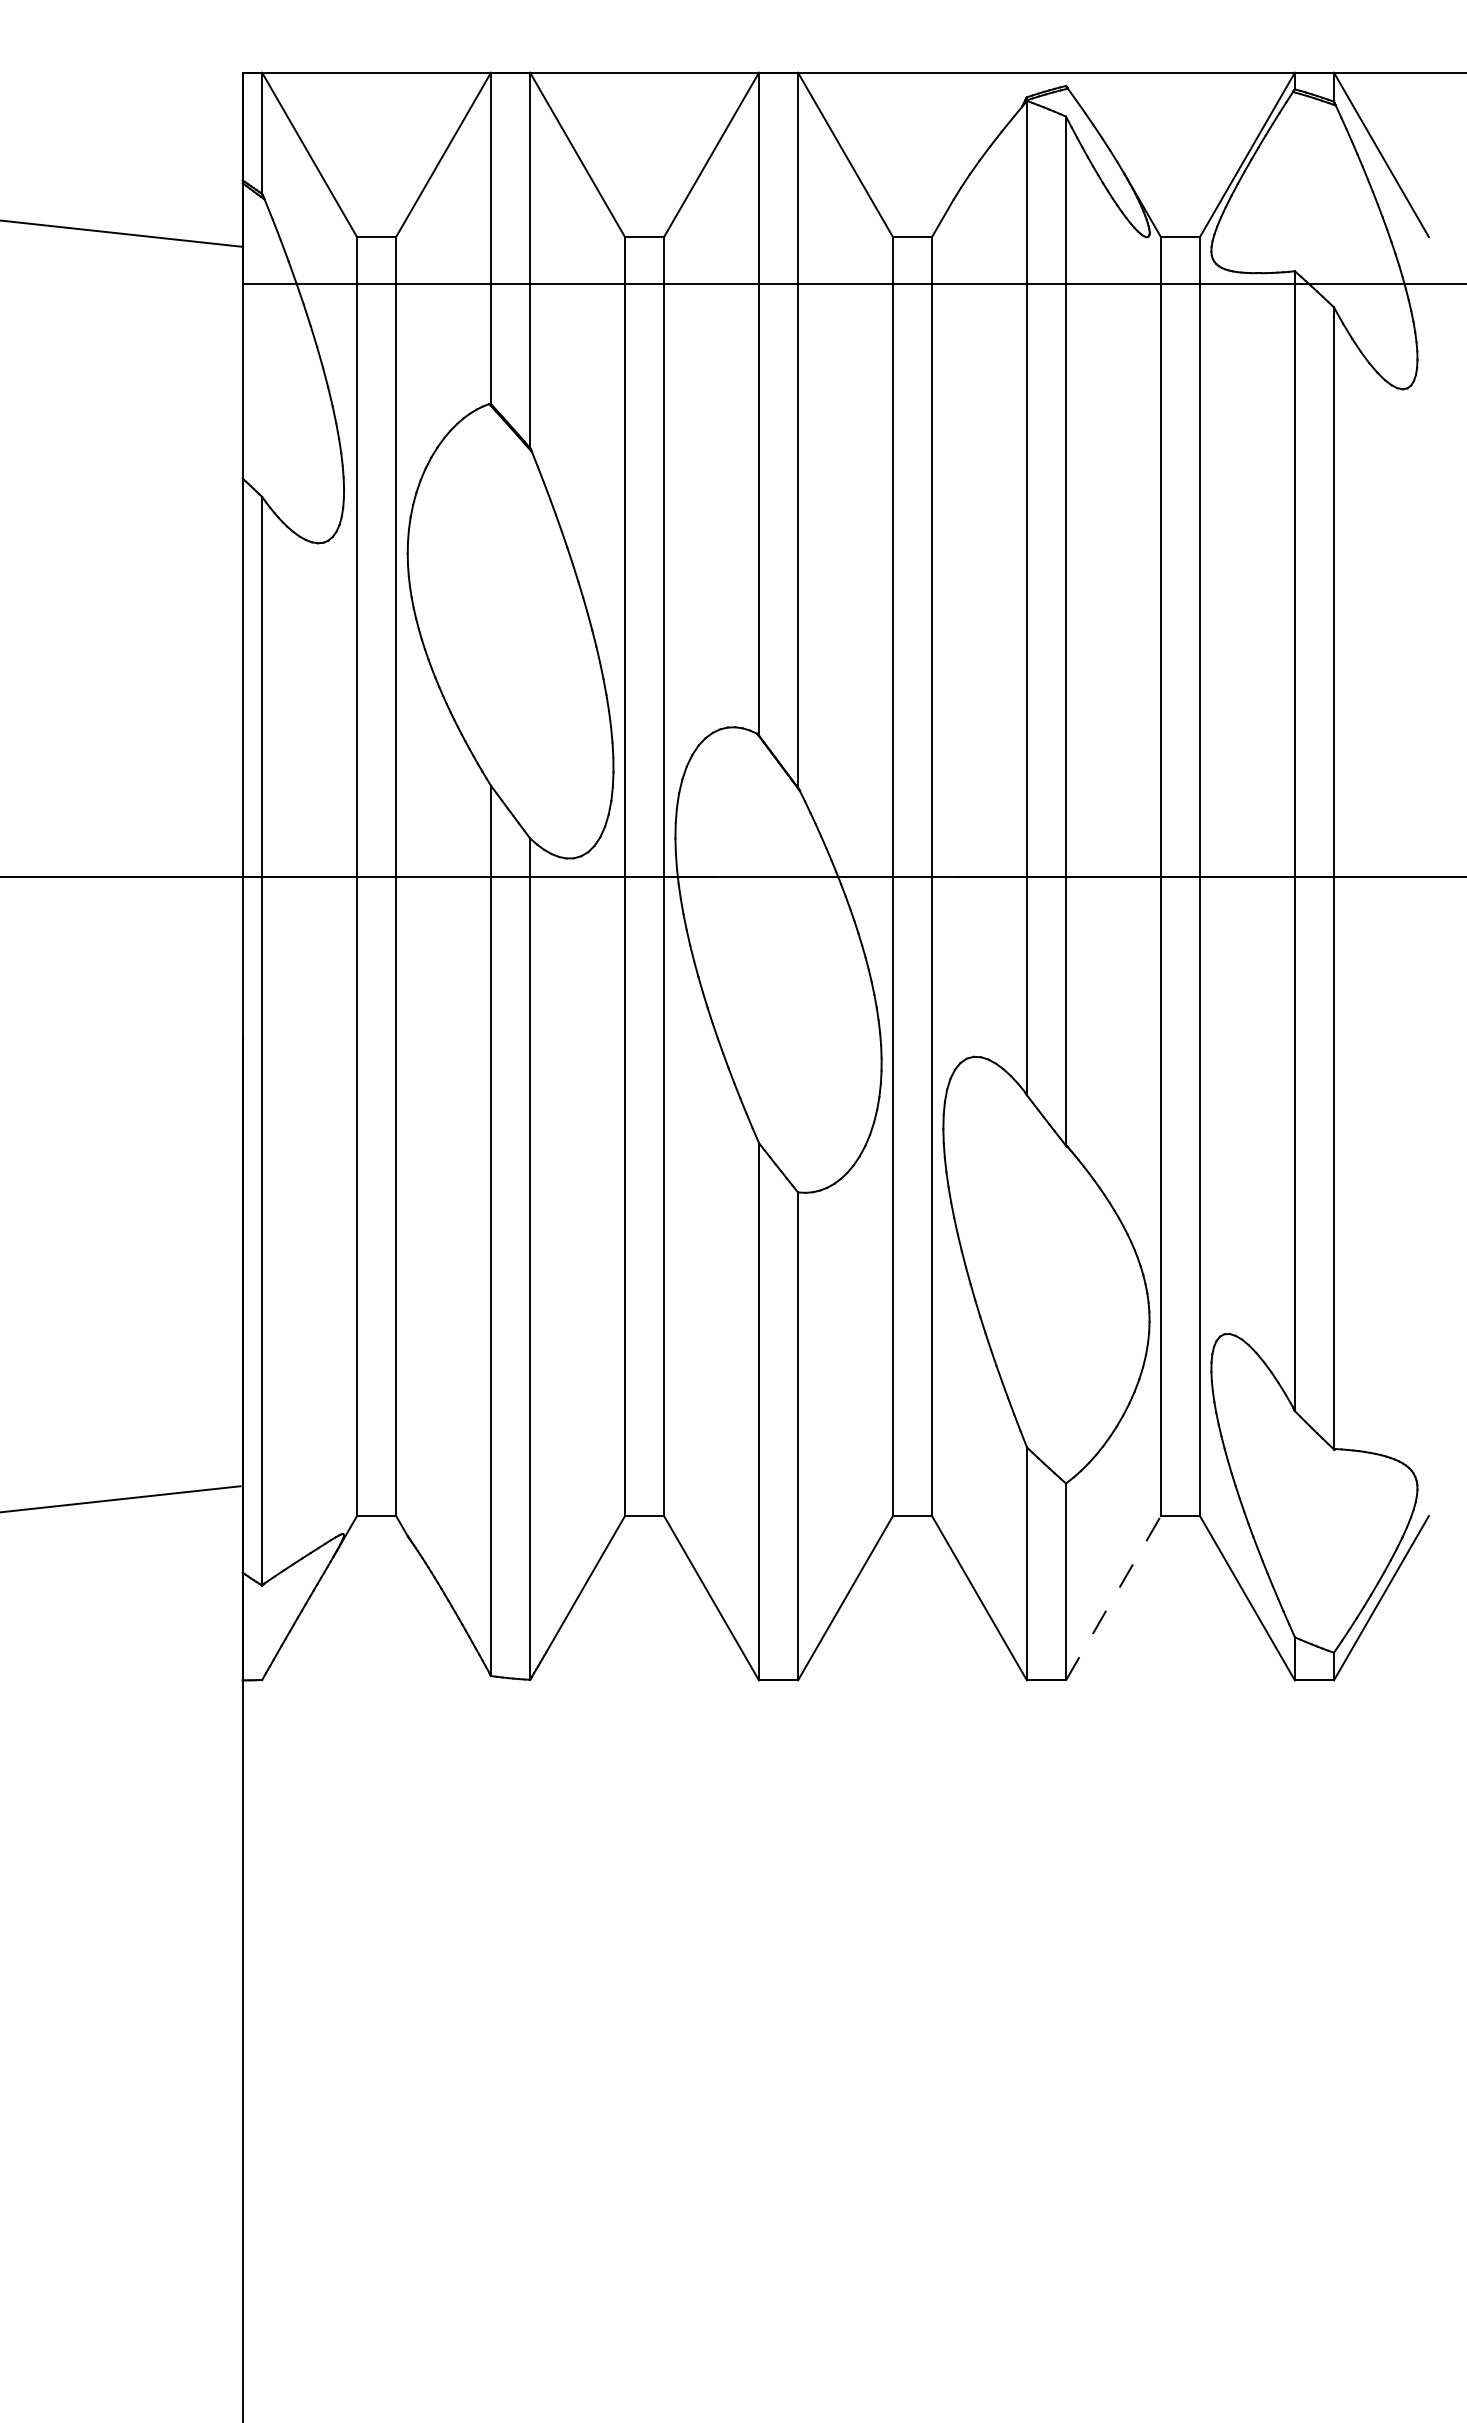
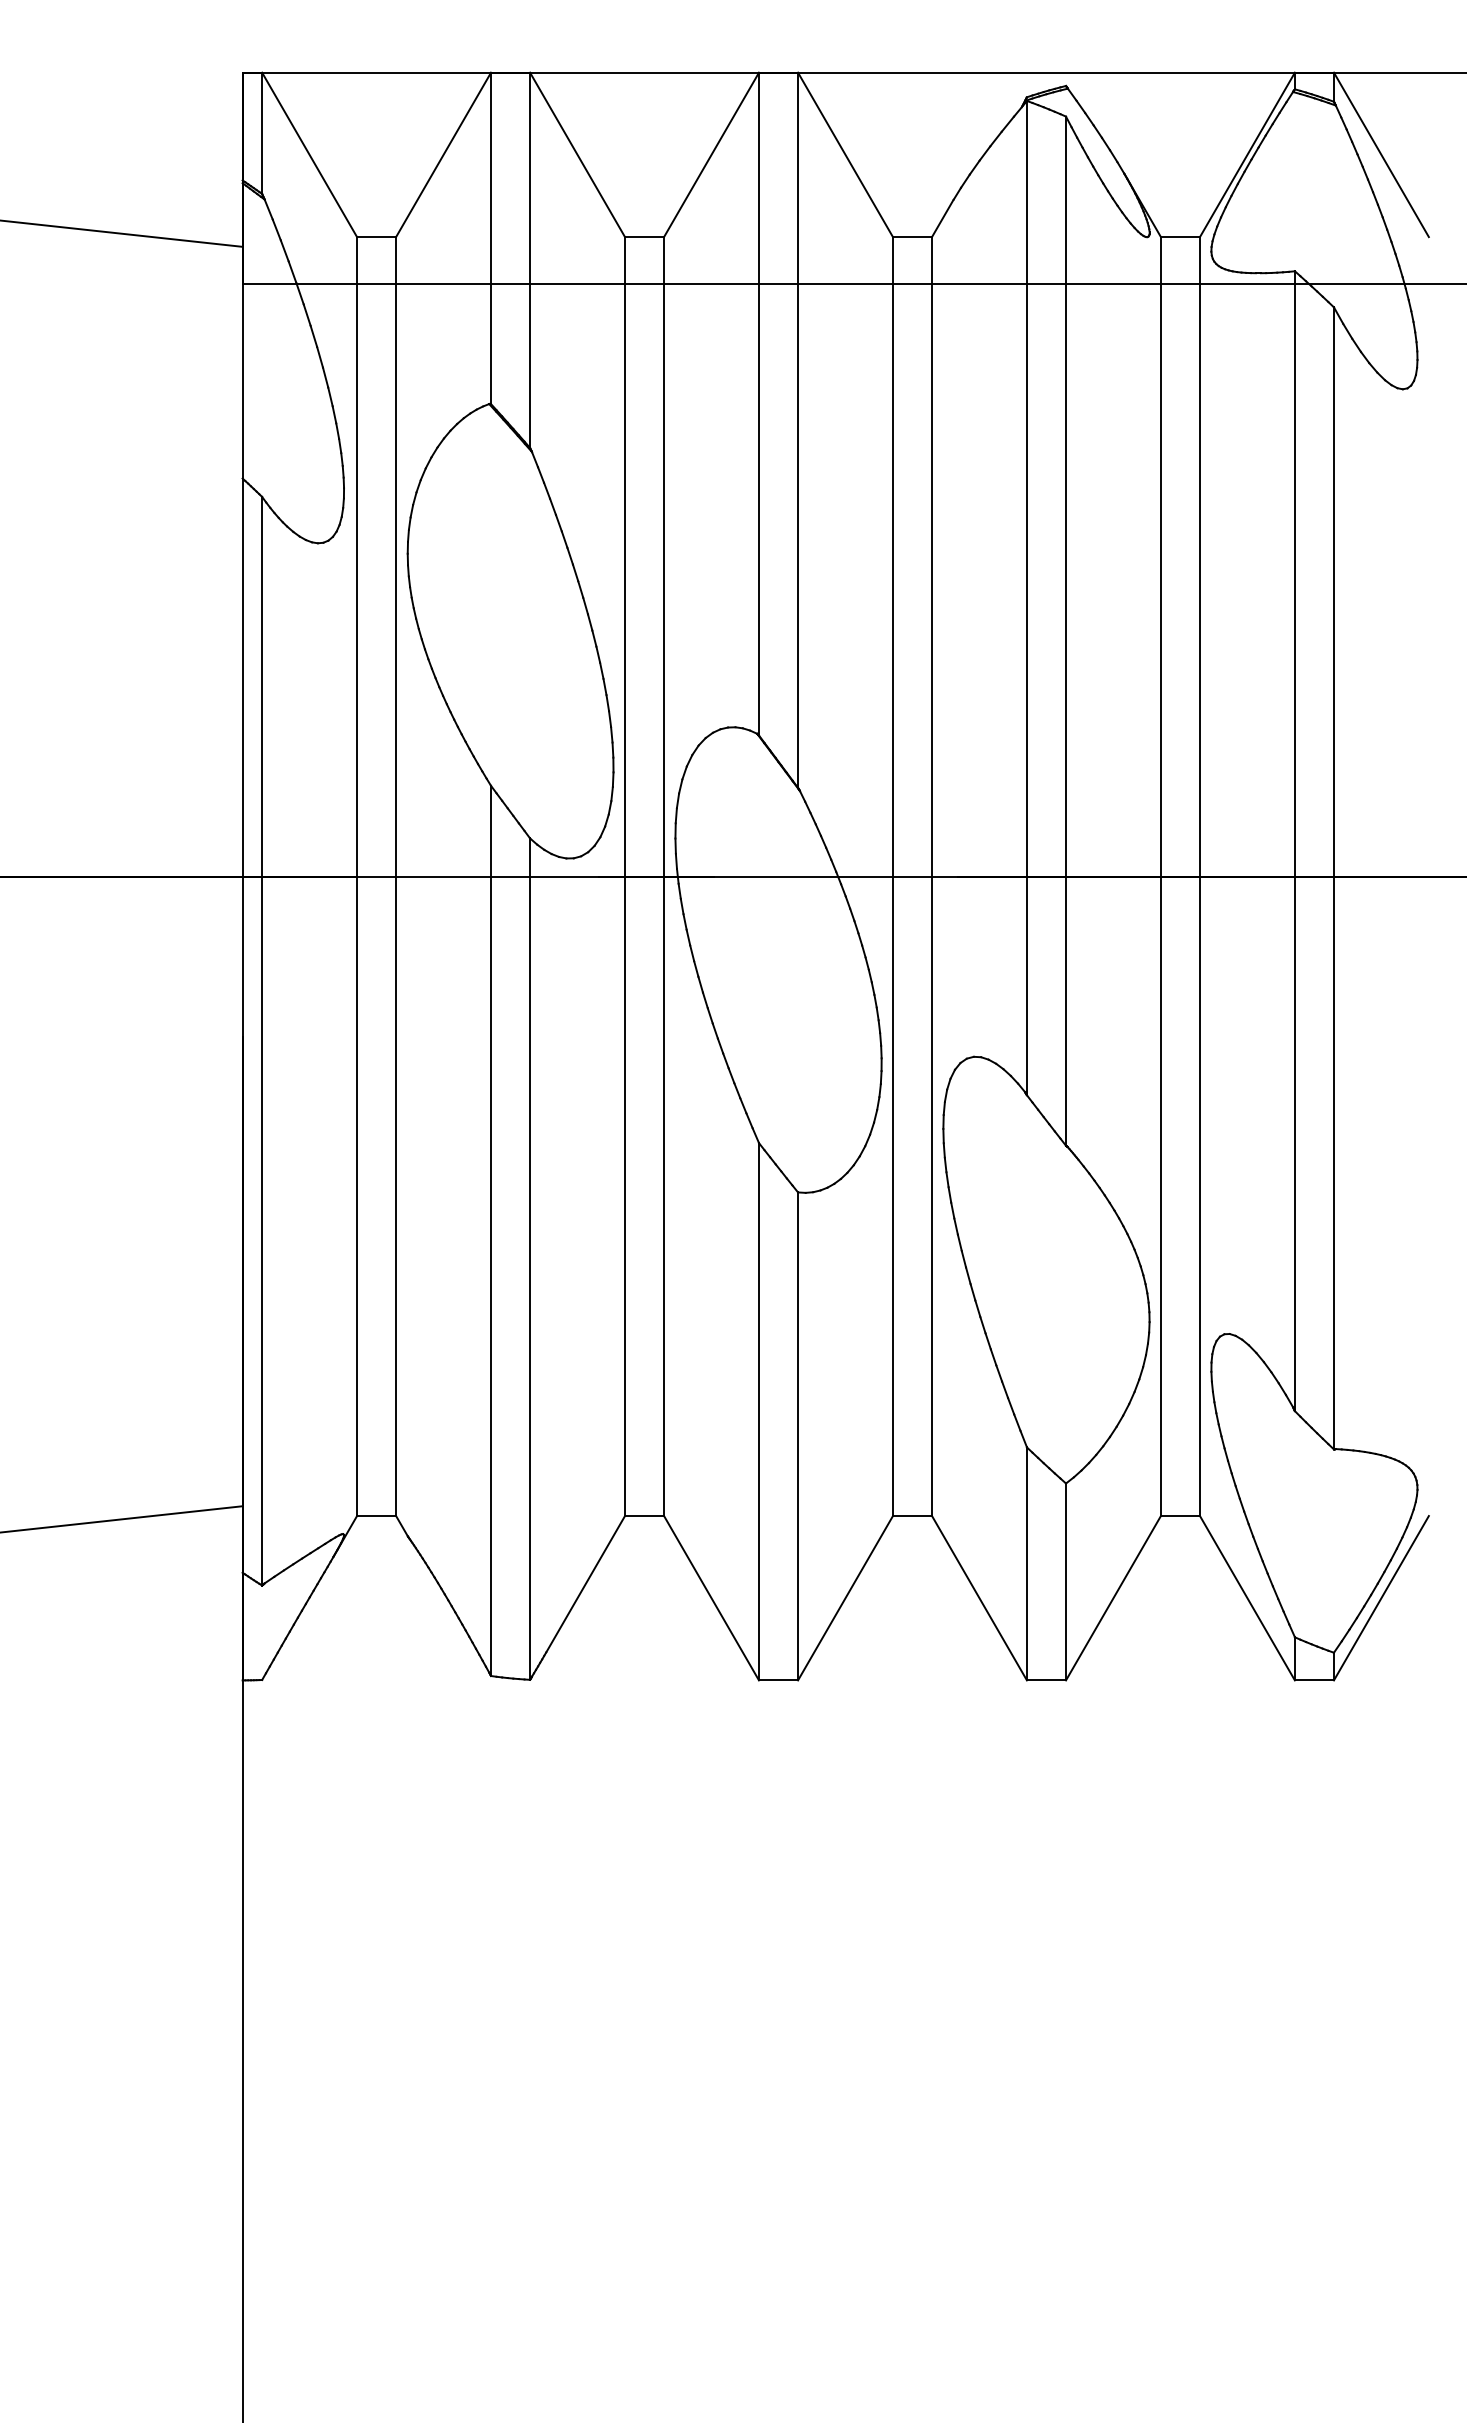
line at (121, 1499) position: (121, 1499) -> (122, 1519)
line at (1113, 1598): dashed -> solid
